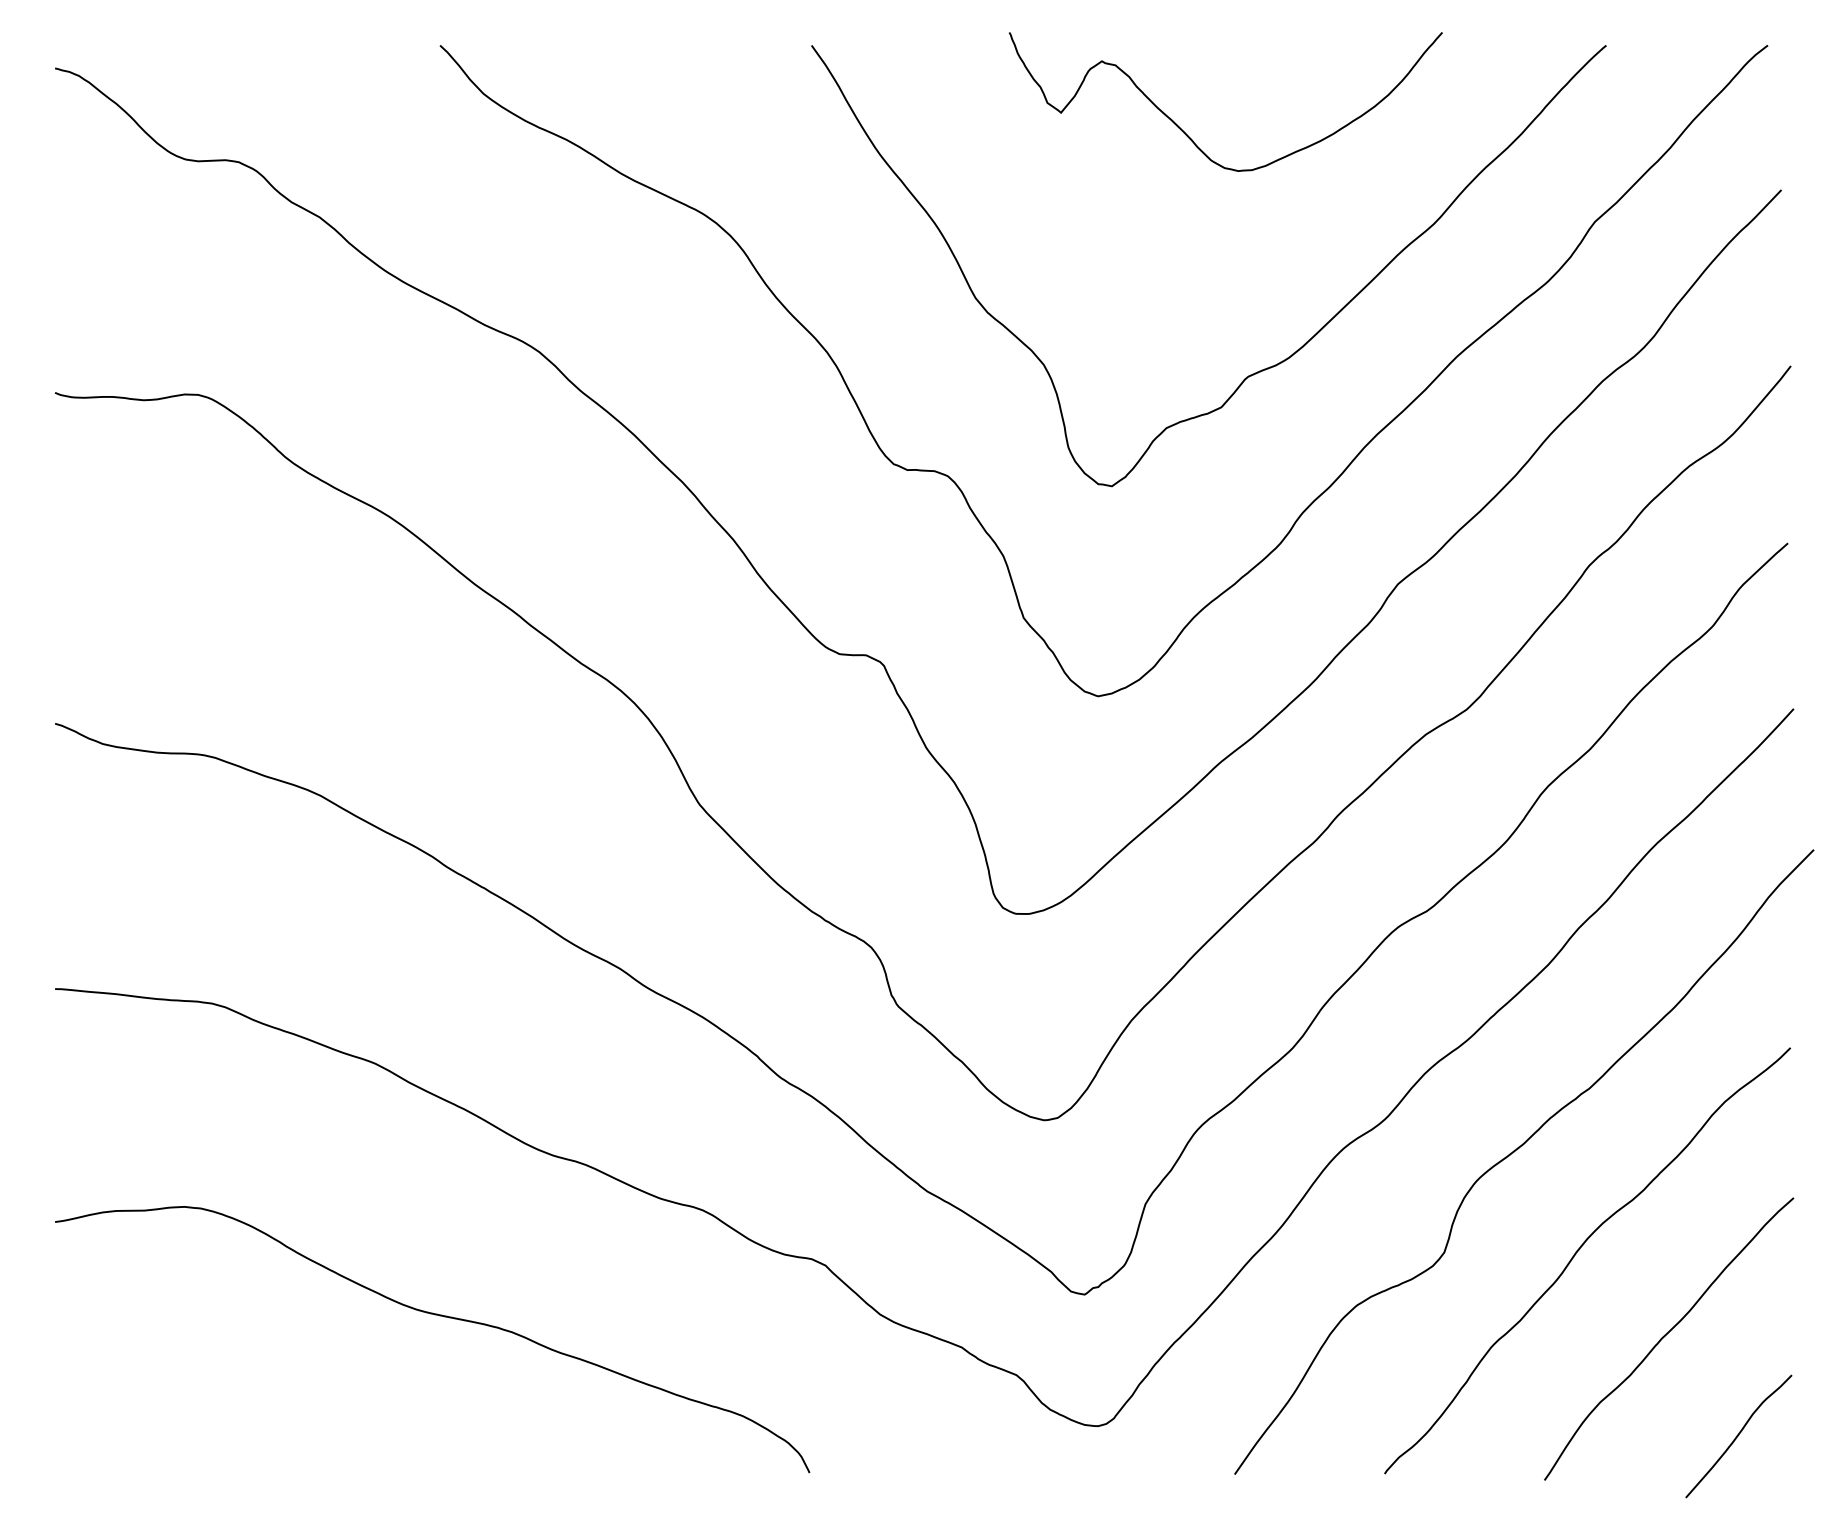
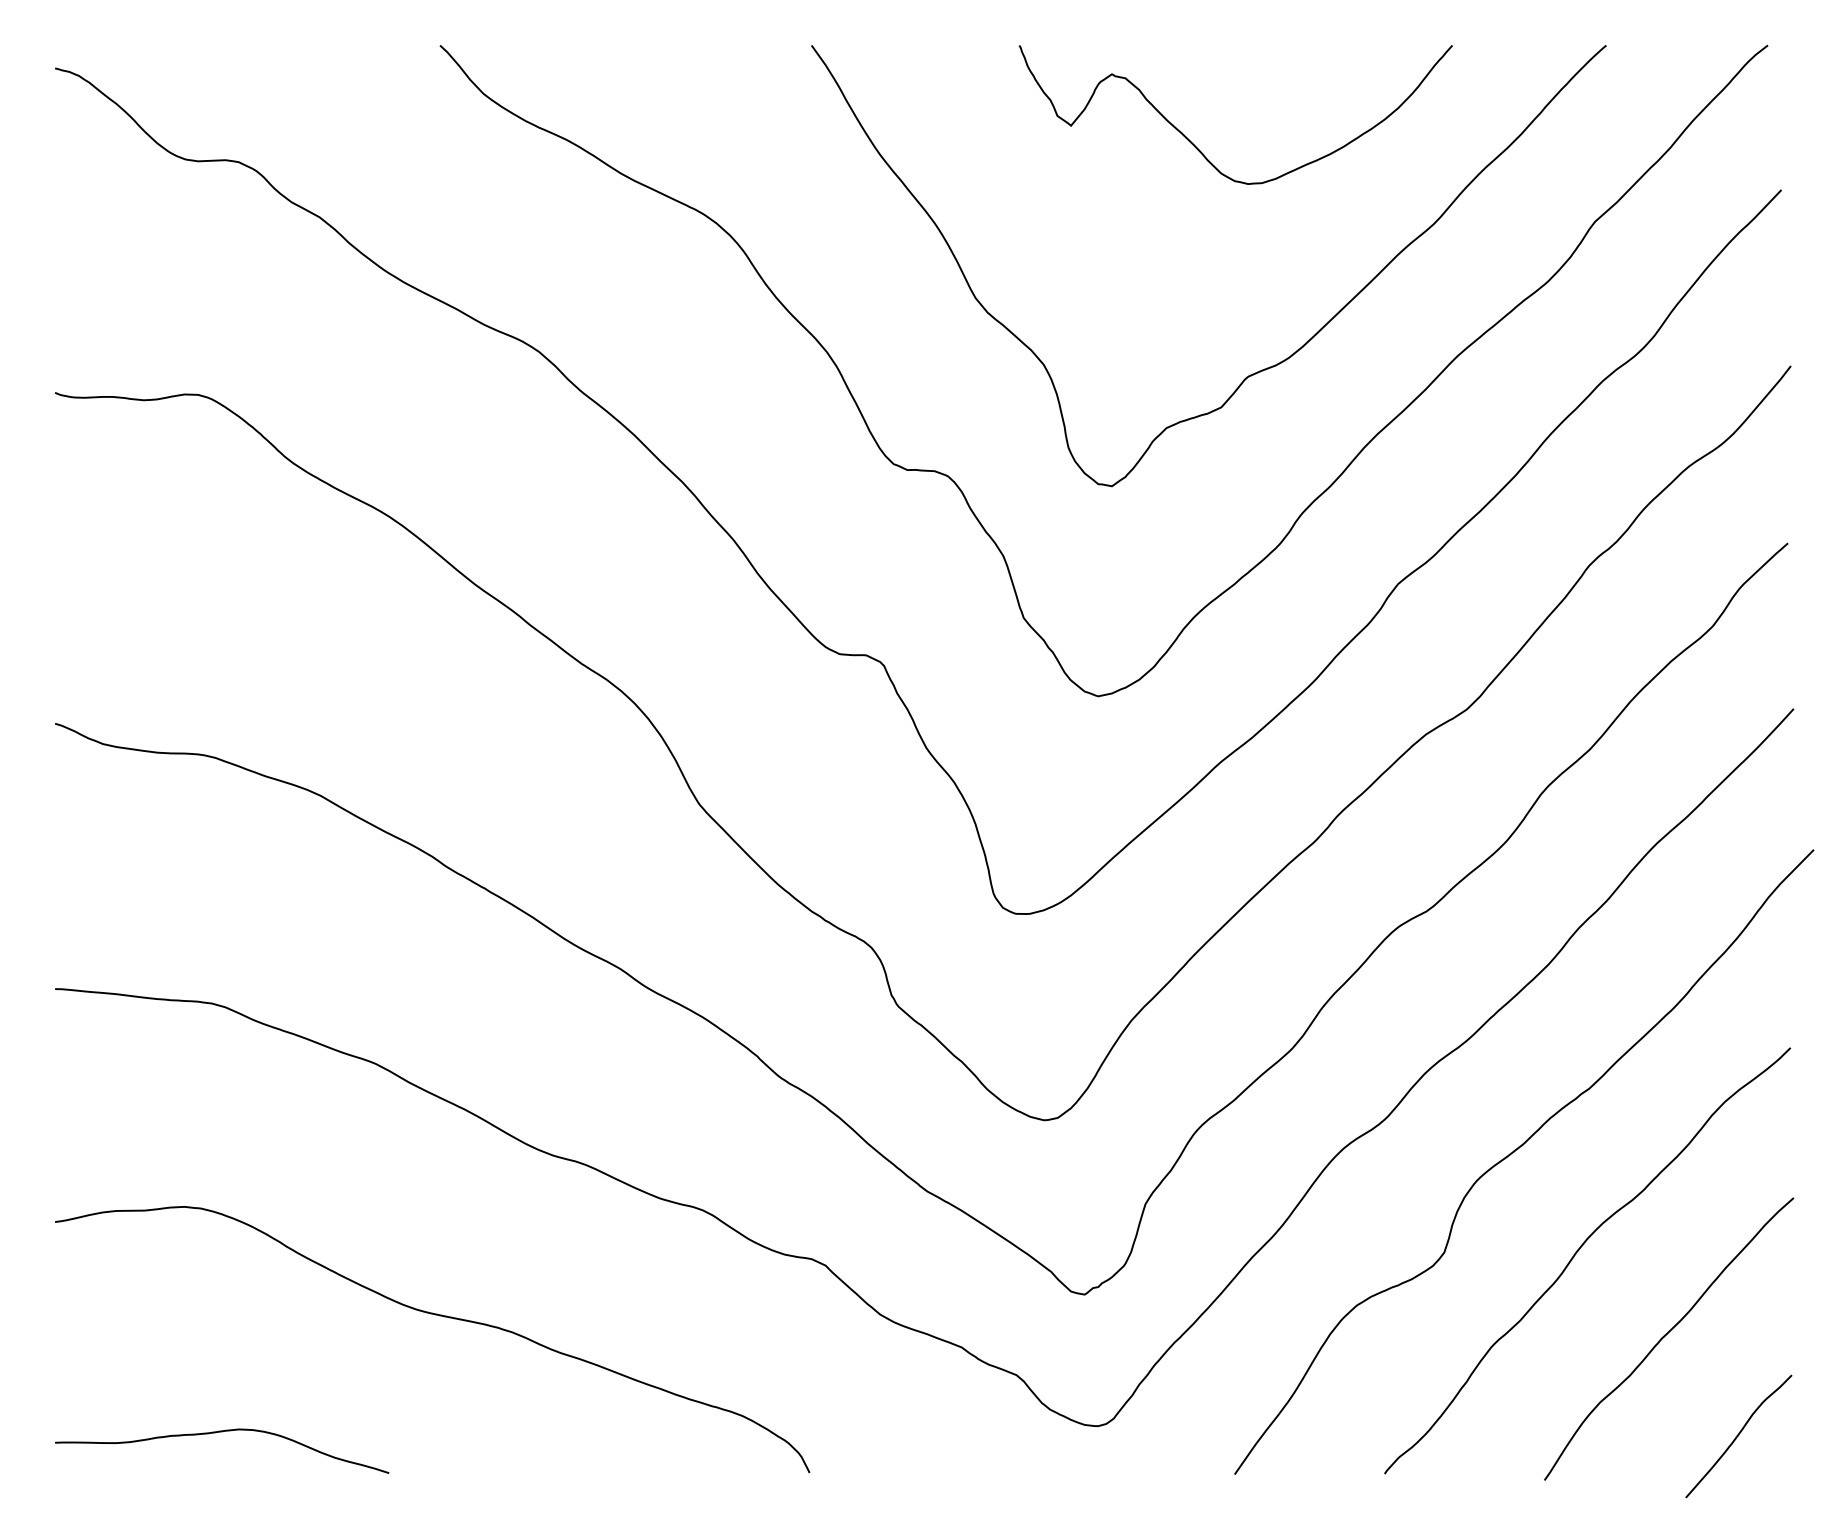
curve at (1189, 136) position: (1189, 136) -> (1199, 149)
curve at (222, 1432): none -> present
